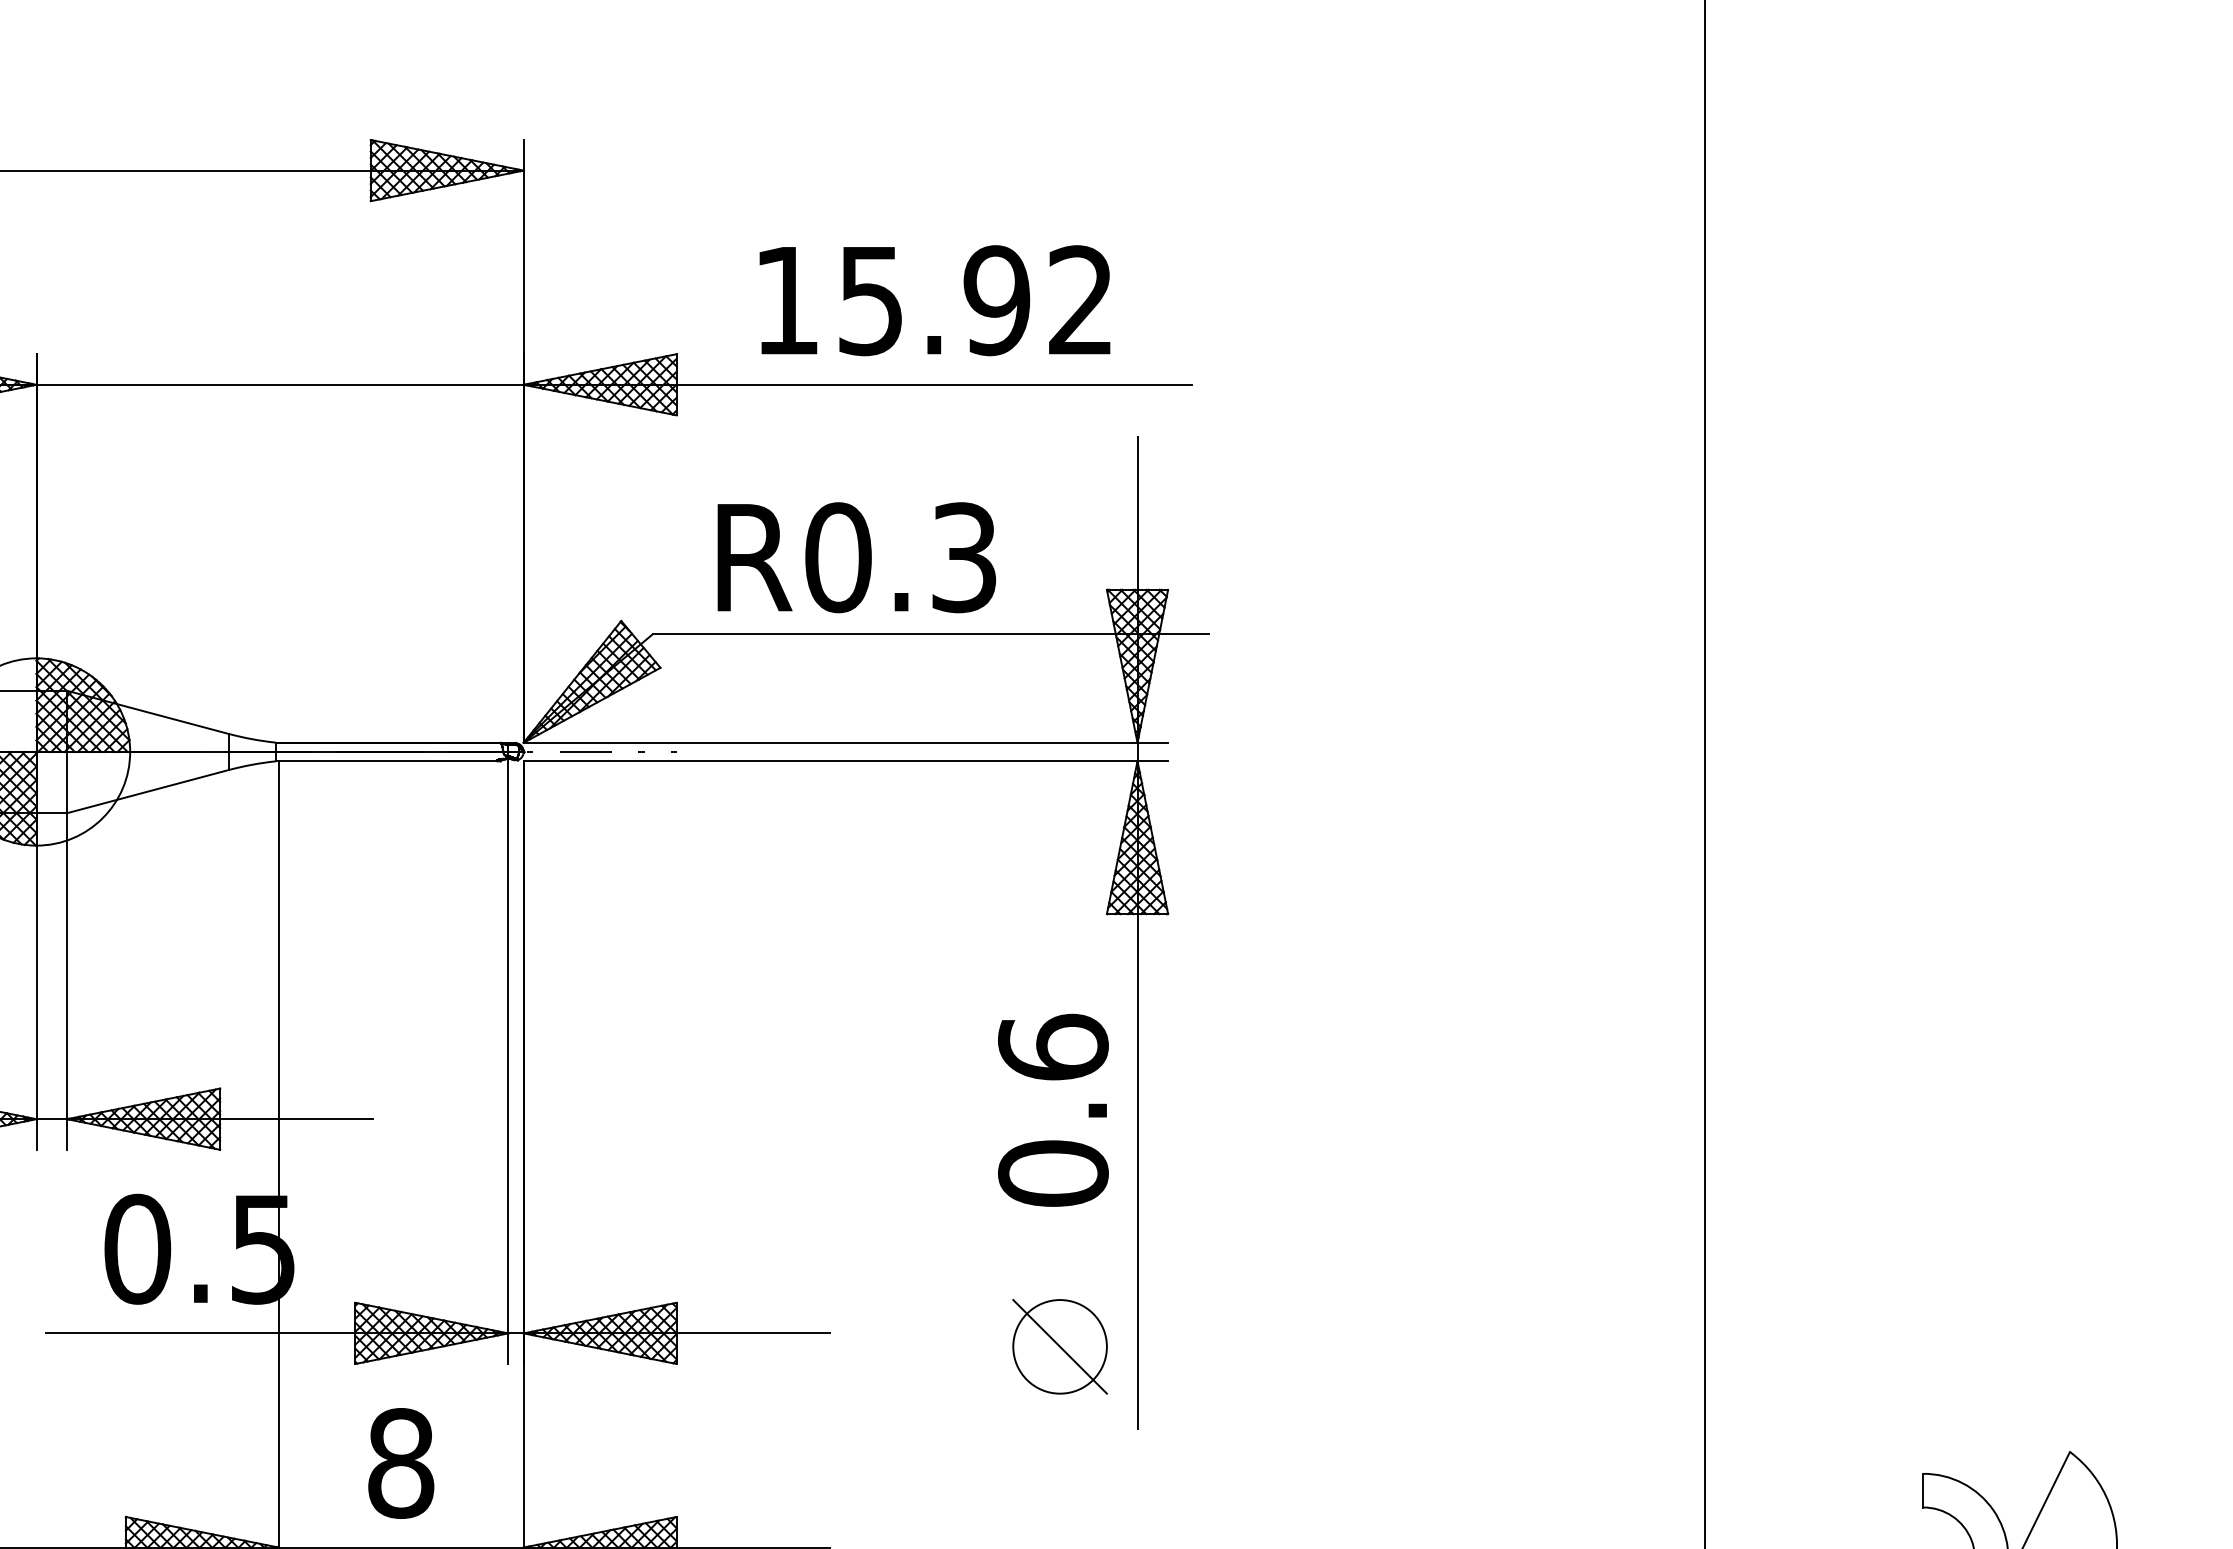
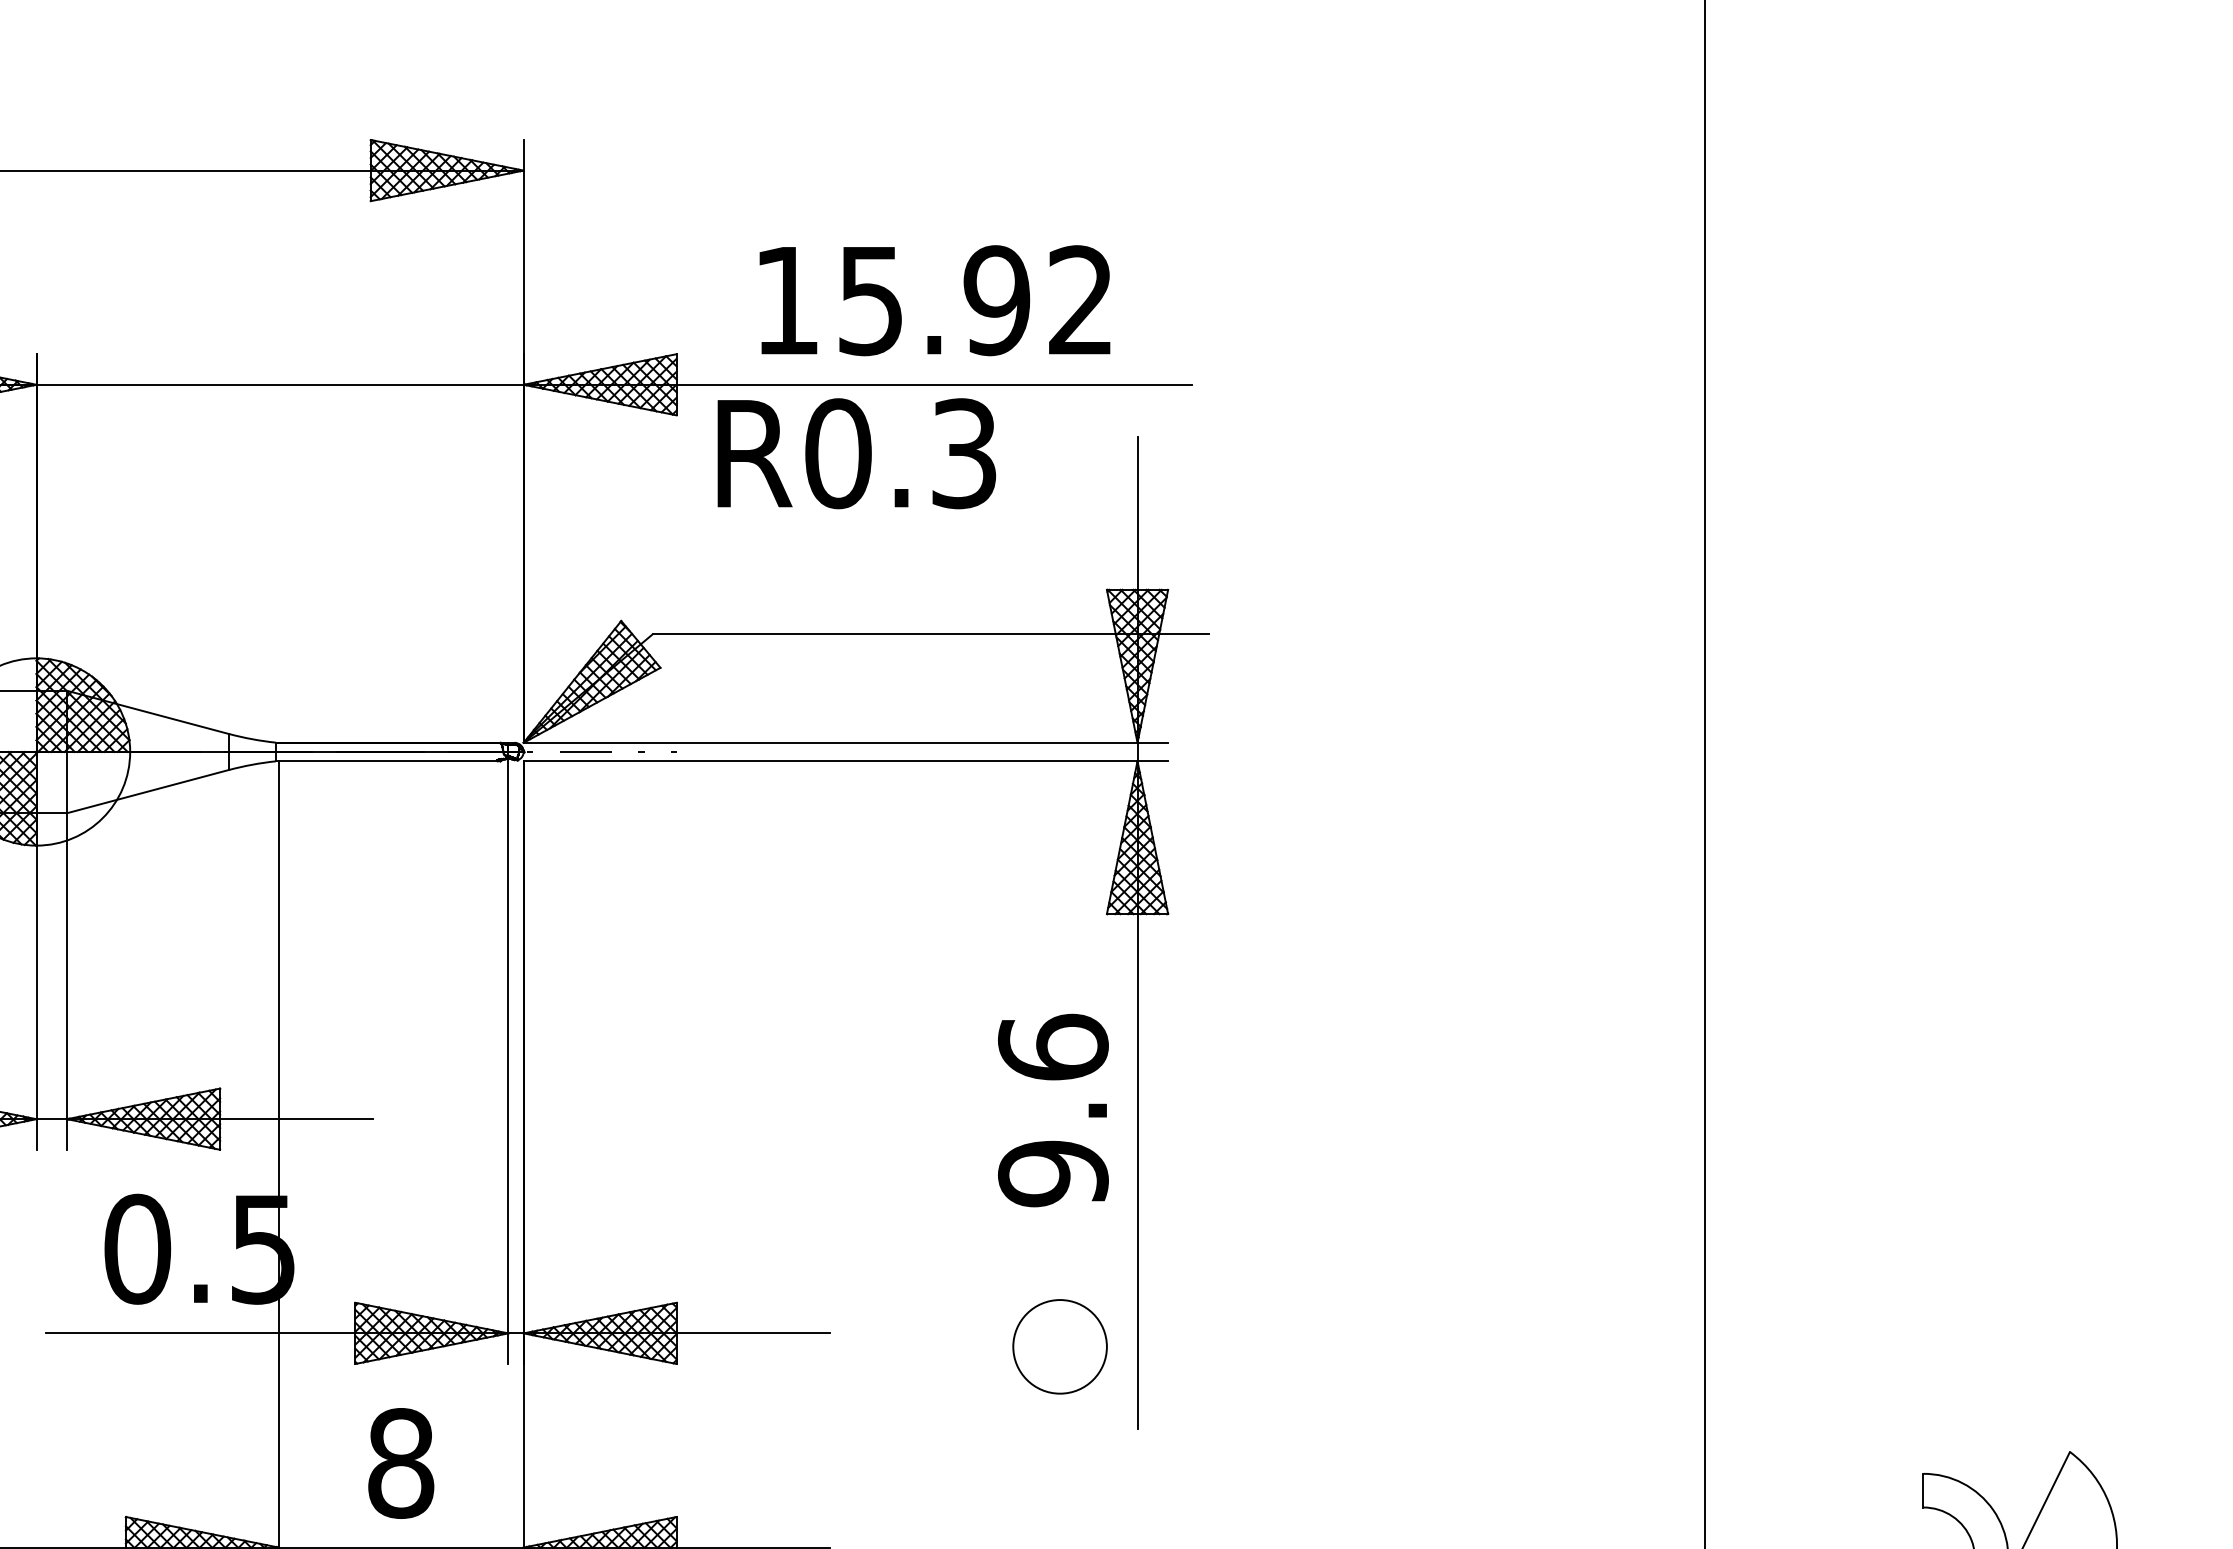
text at (856, 557) position: (856, 557) -> (856, 453)
text at (1053, 1173): 0.6 -> 9.6
line at (1059, 1346): present -> none
